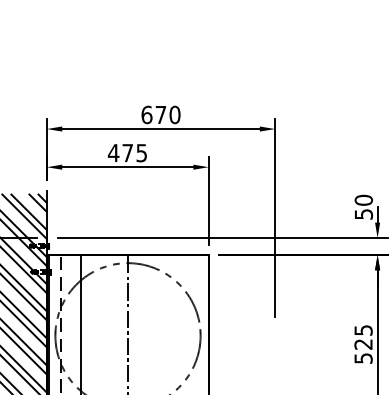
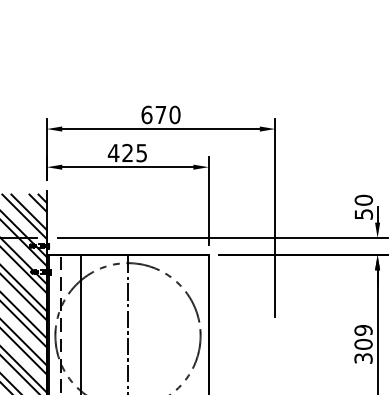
text at (127, 152): 475 -> 425
text at (363, 344): 525 -> 309
